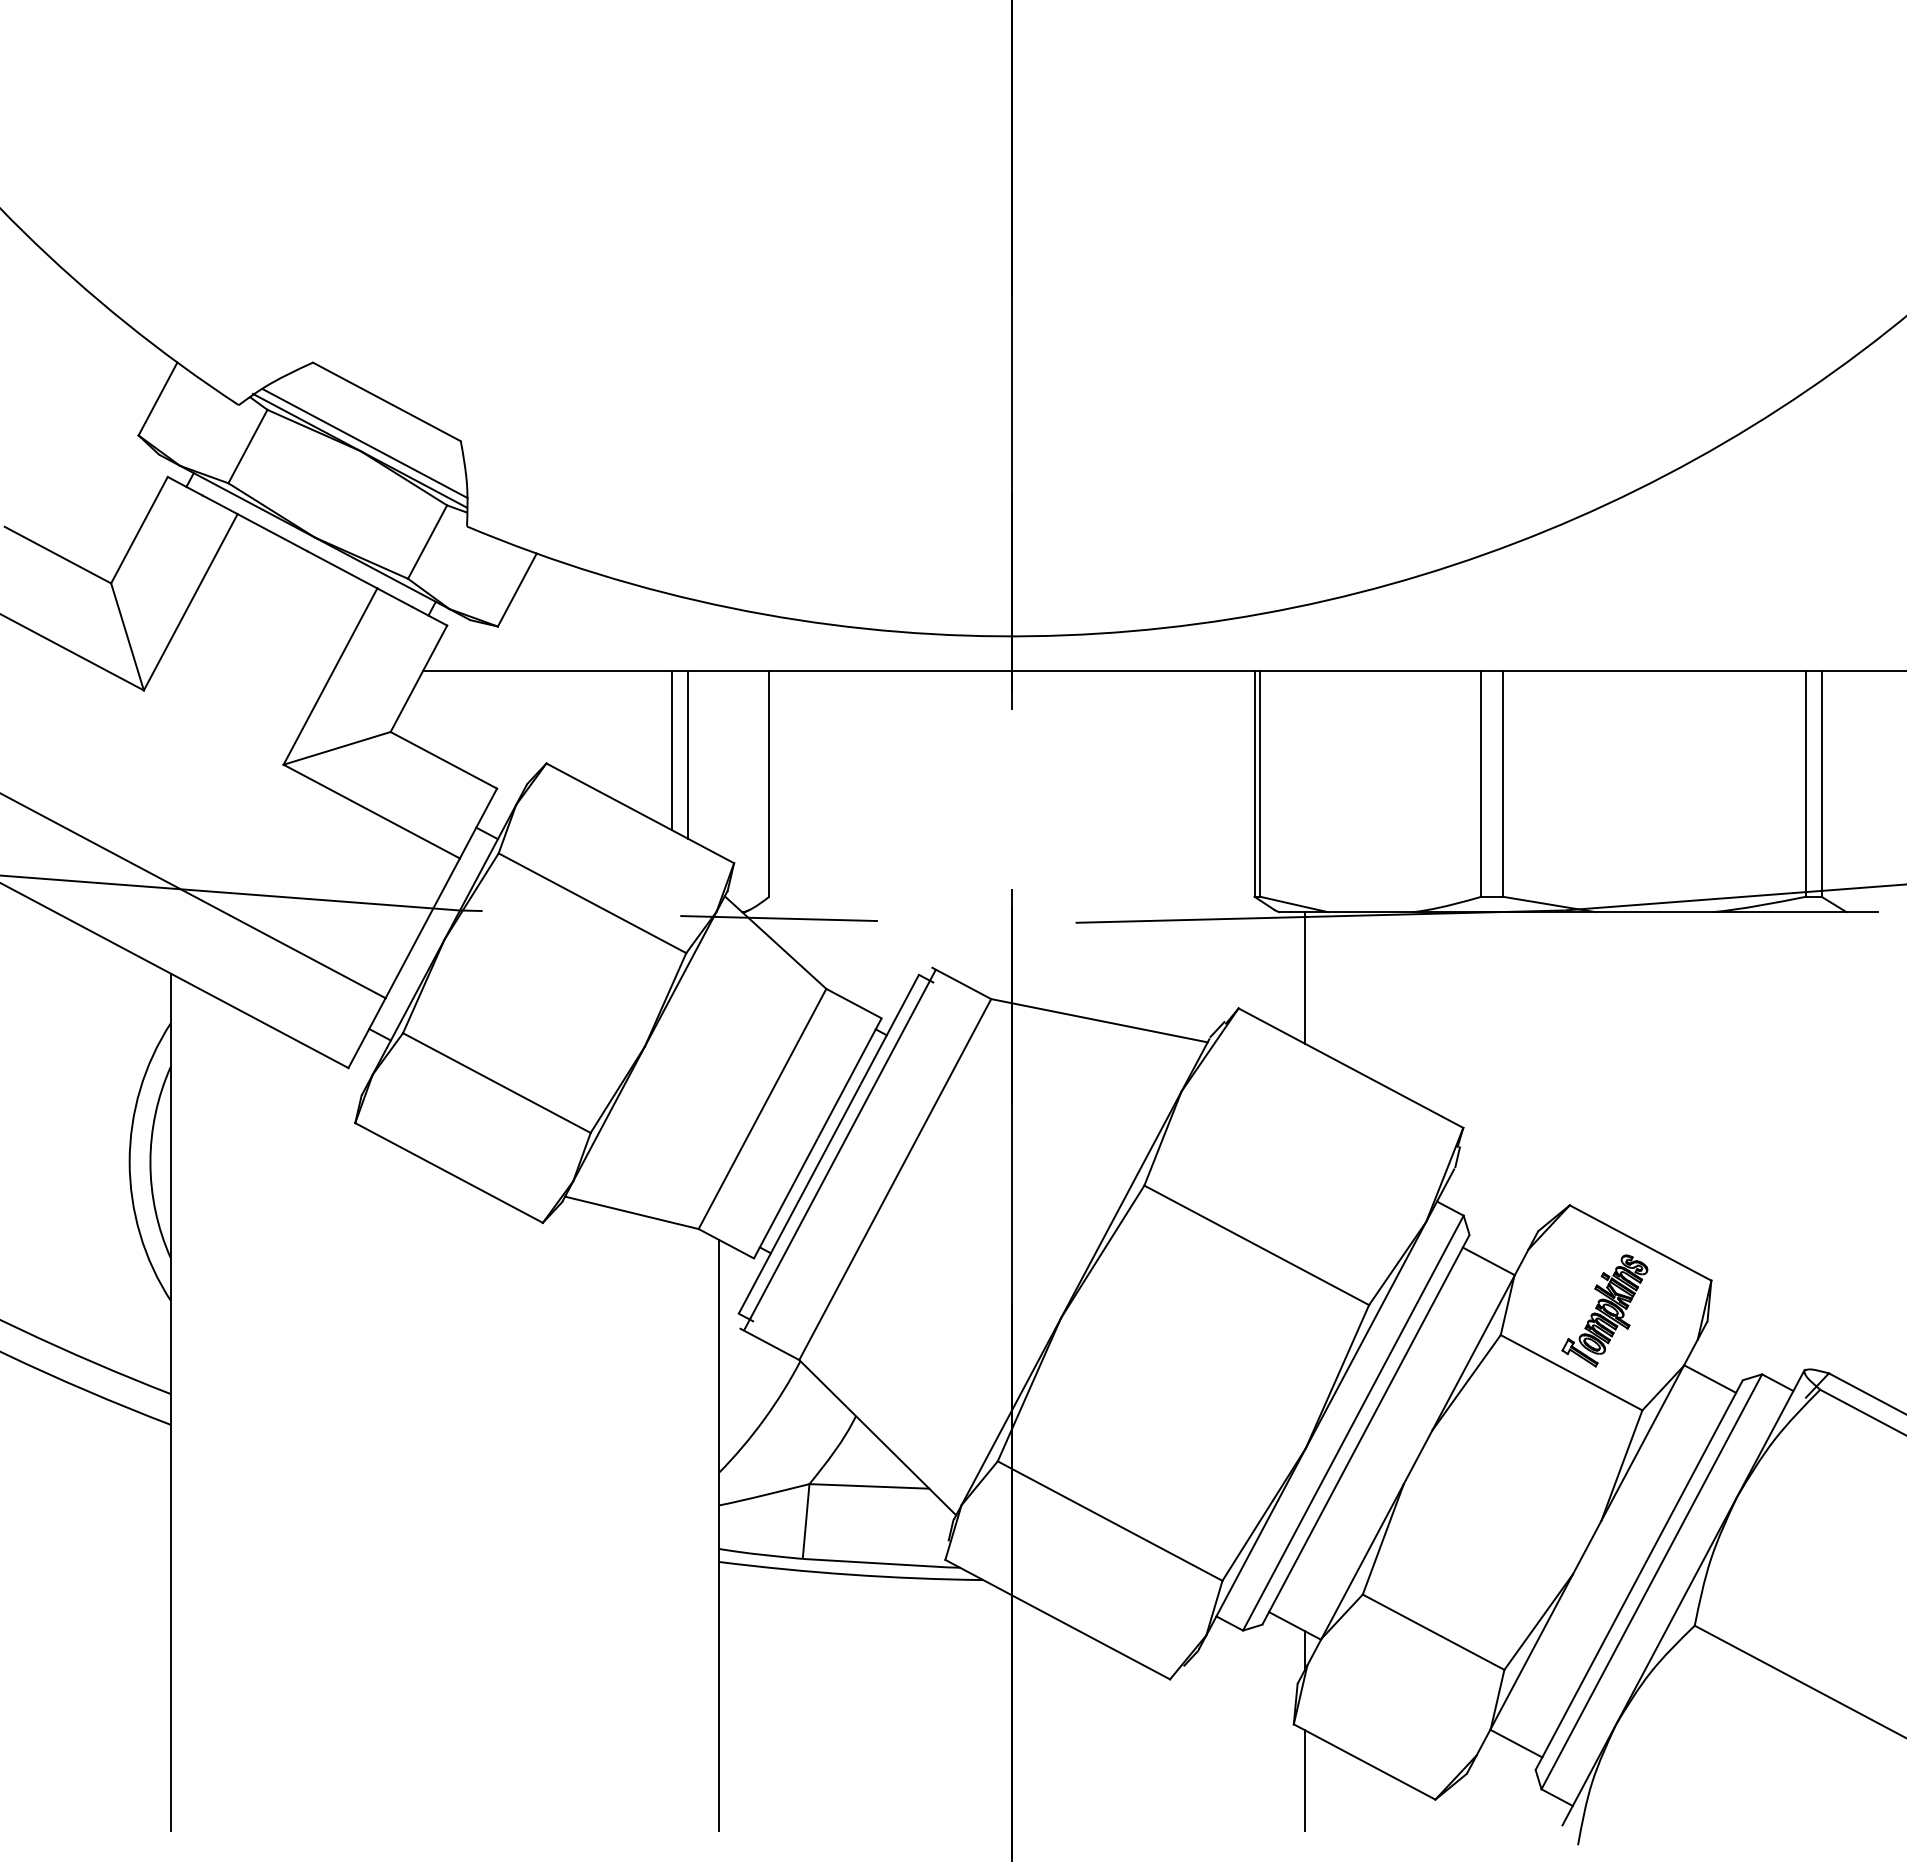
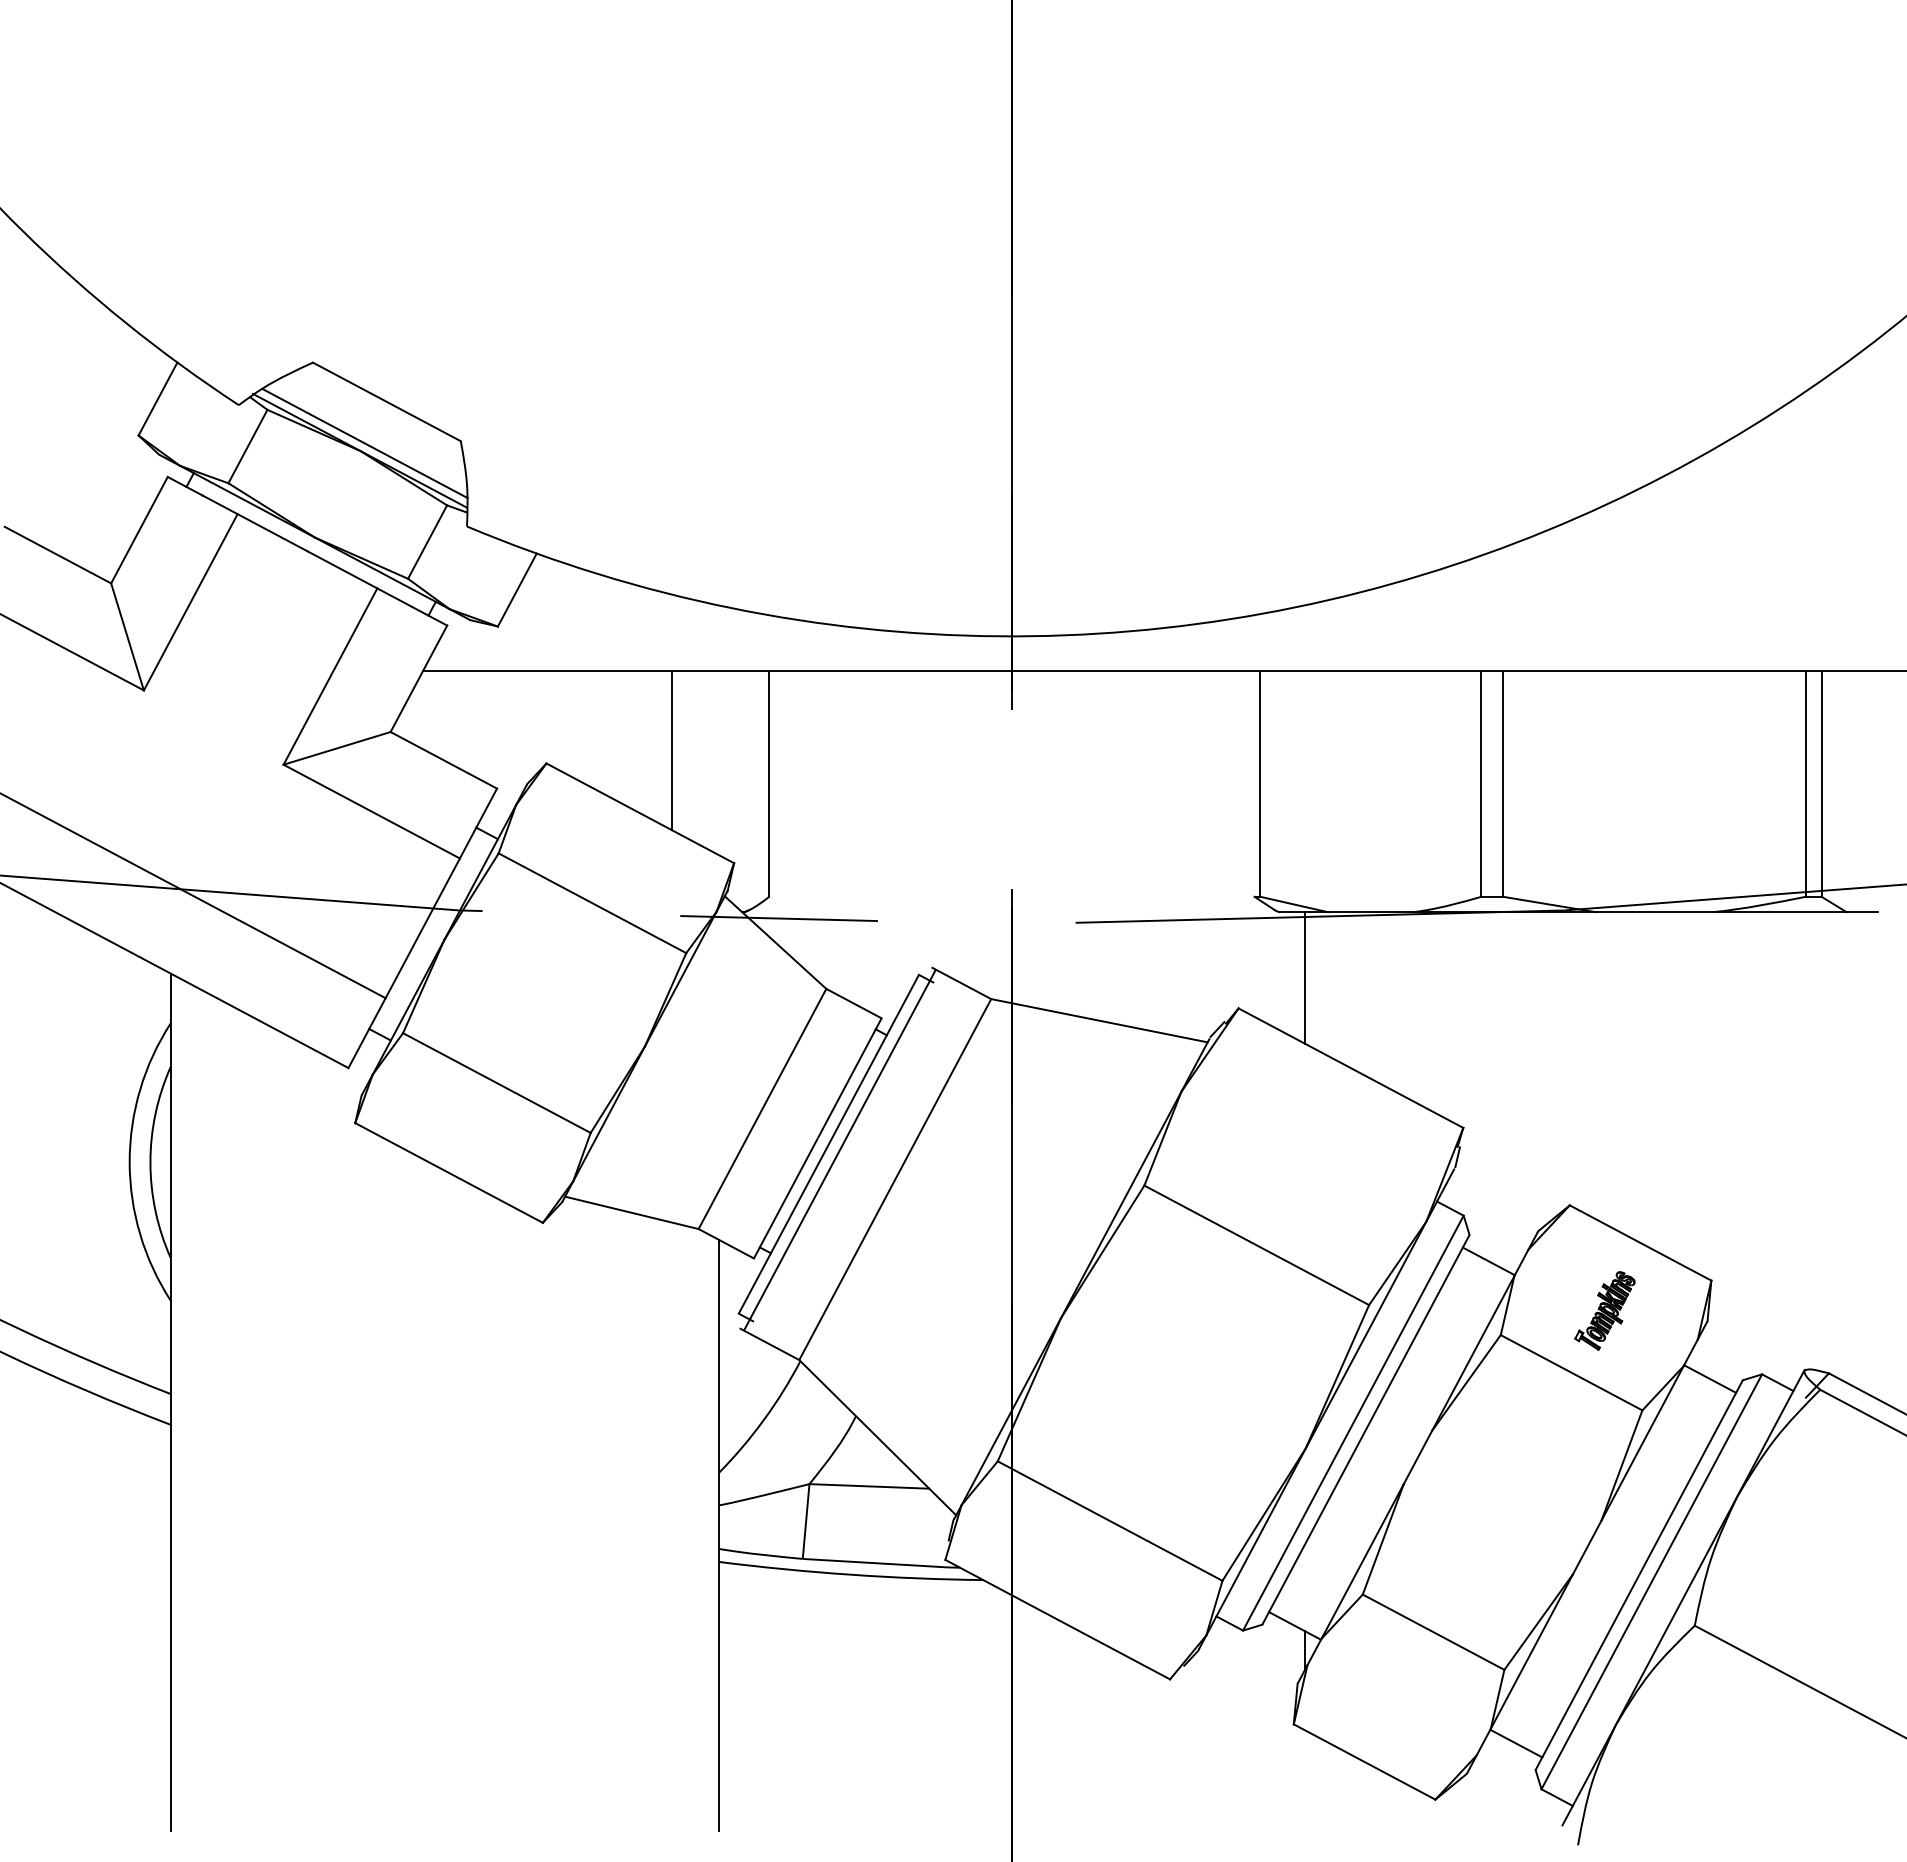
line at (687, 754): present -> none
line at (1254, 783): present -> none
part at (1604, 1310) size: 88x114 px -> 62x80 px
line at (1304, 1780): present -> none
